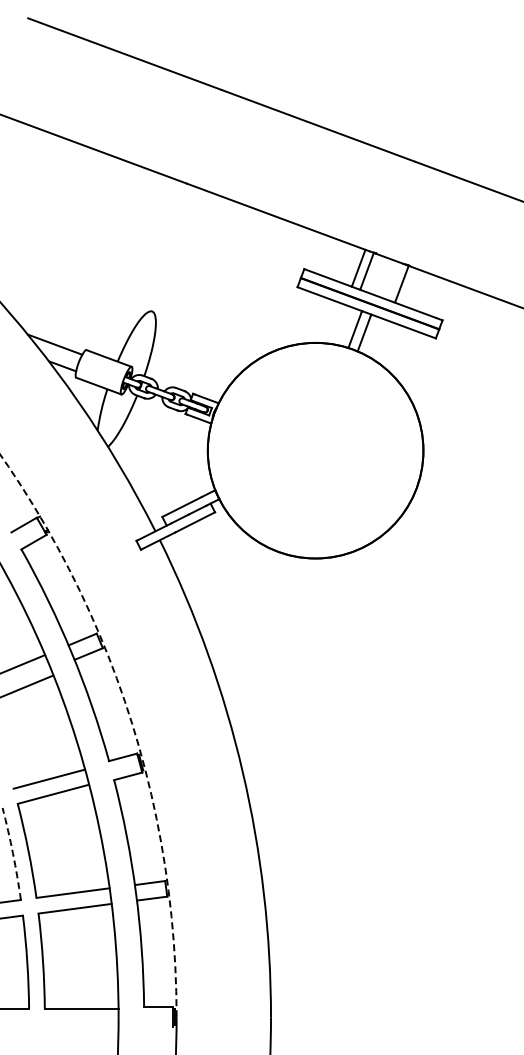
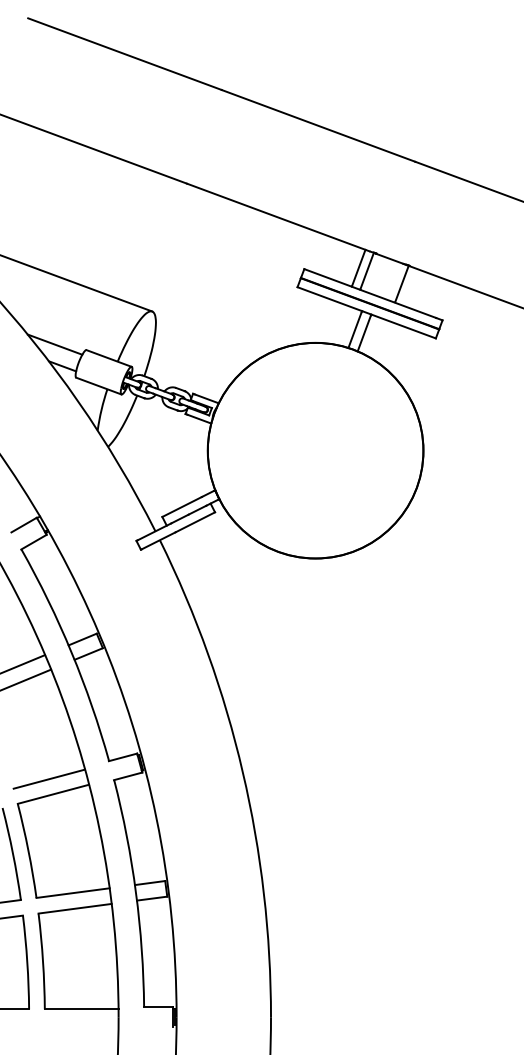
line at (77, 283): none -> present
line at (27, 685) position: (27, 685) -> (26, 679)
arc at (132, 723): dashed -> solid
arc at (13, 853): dashed -> solid
